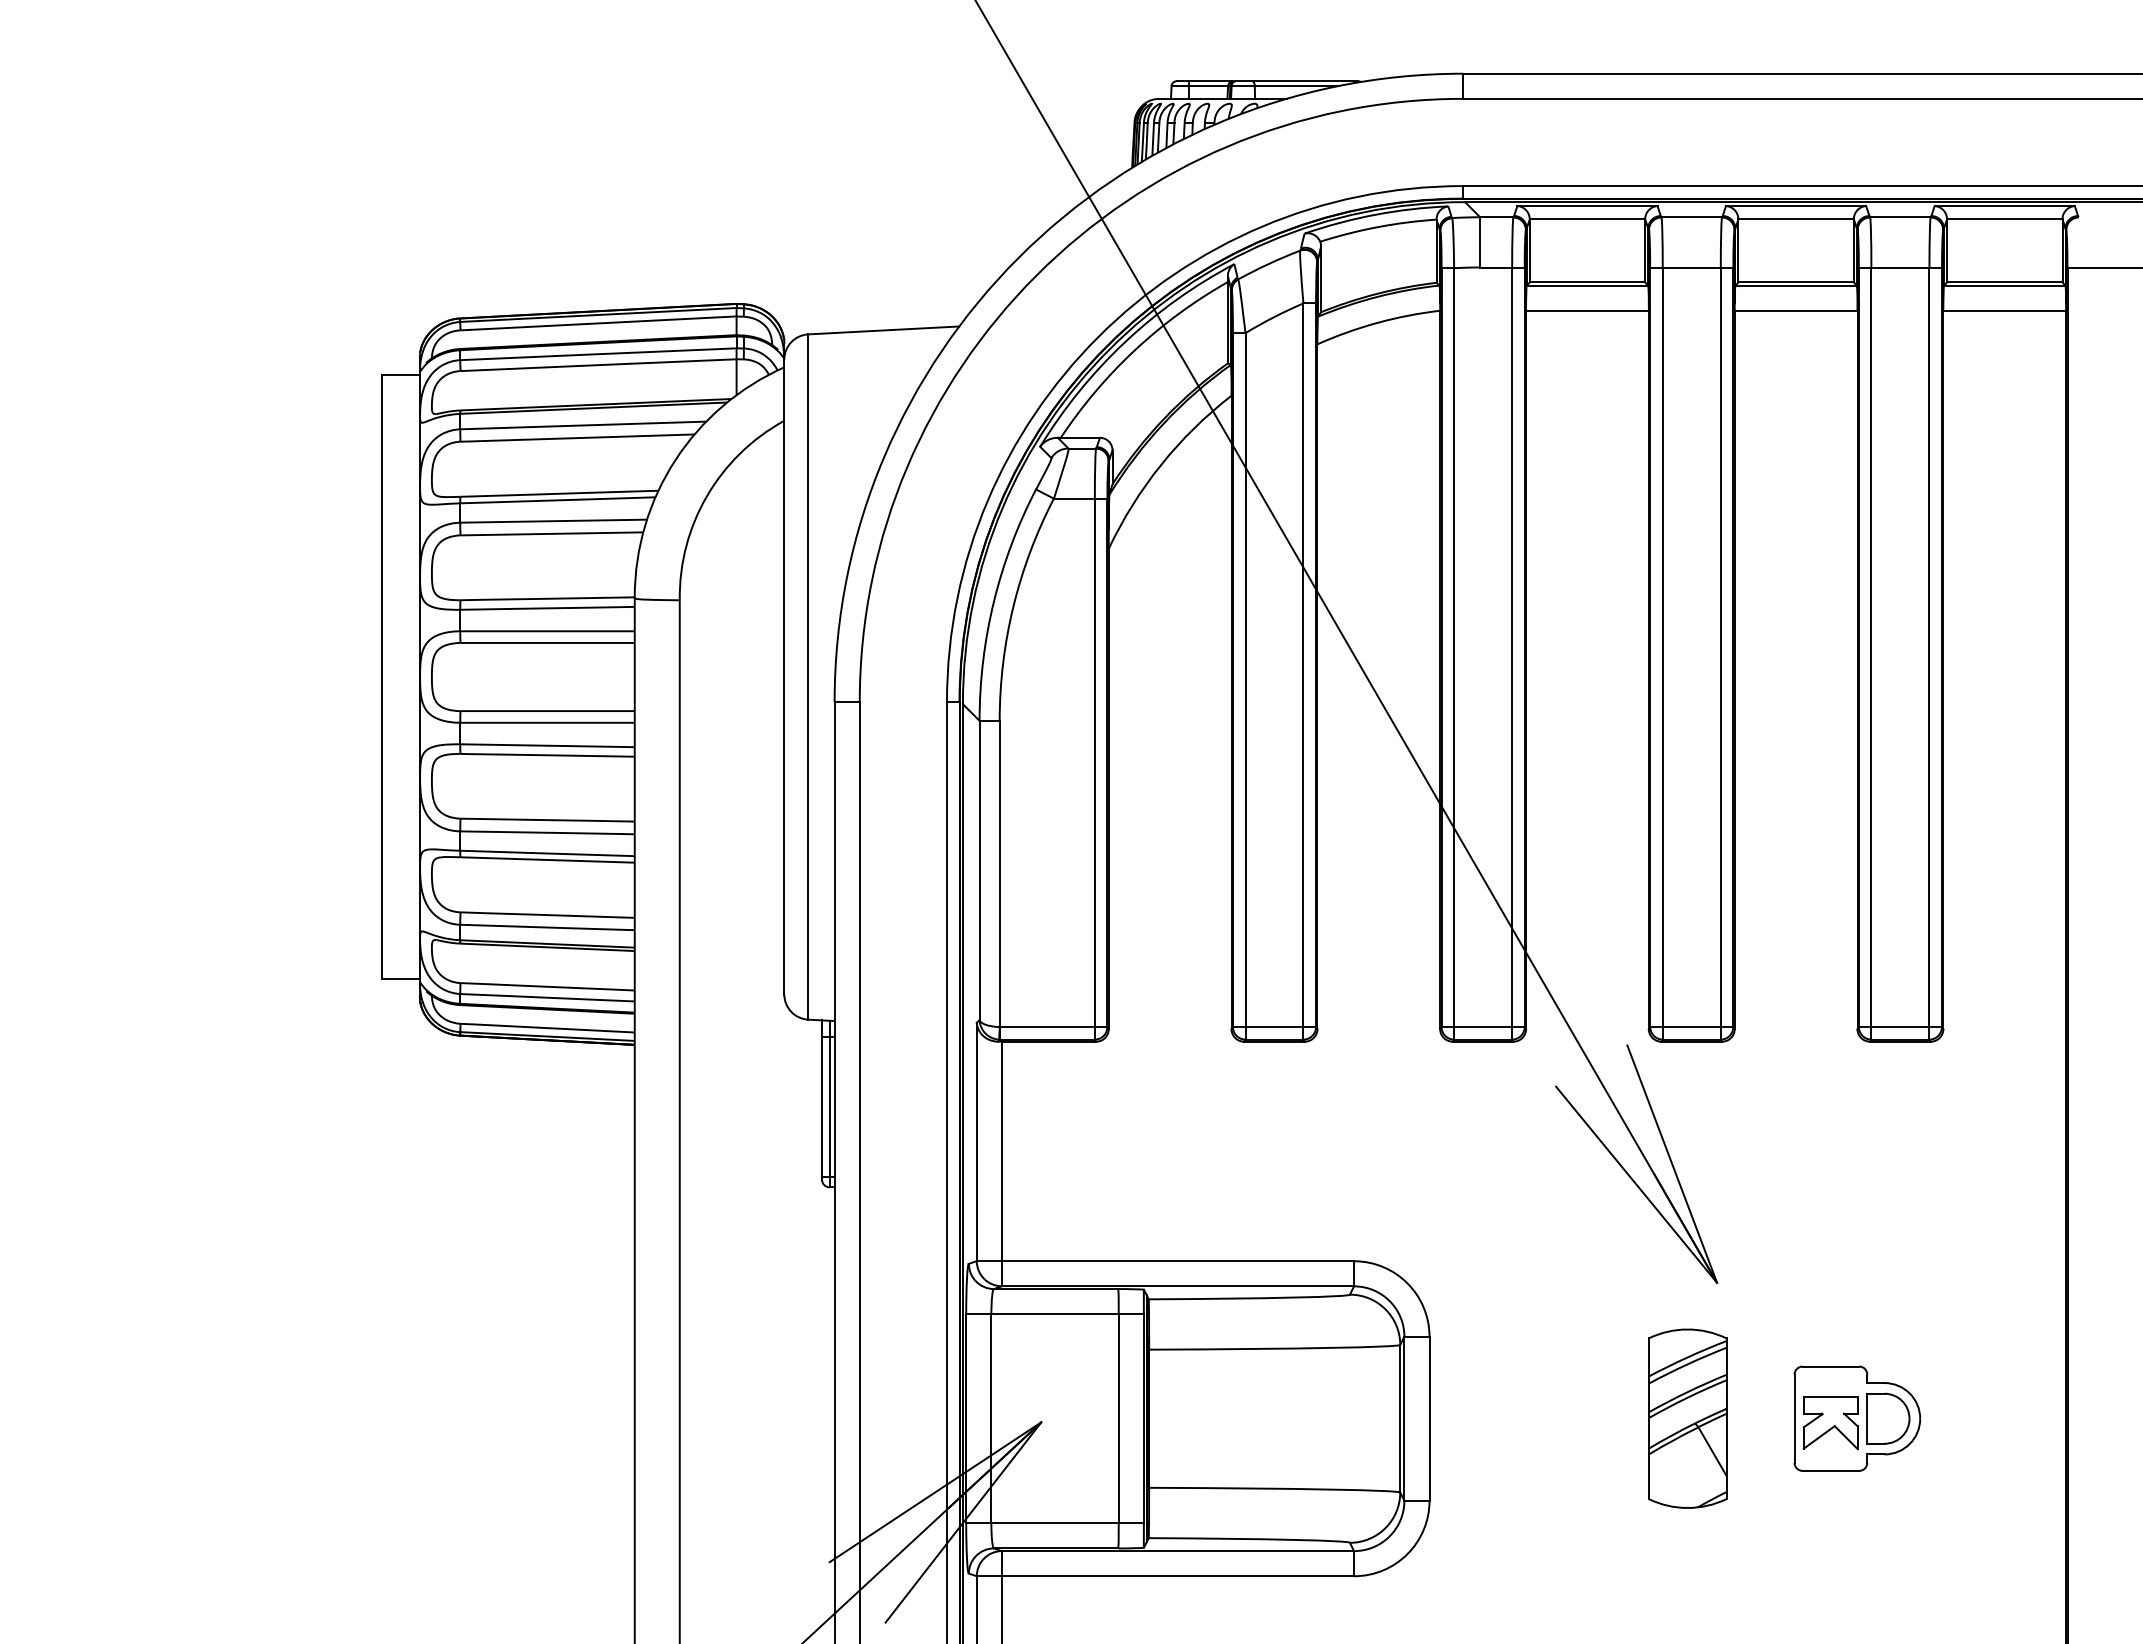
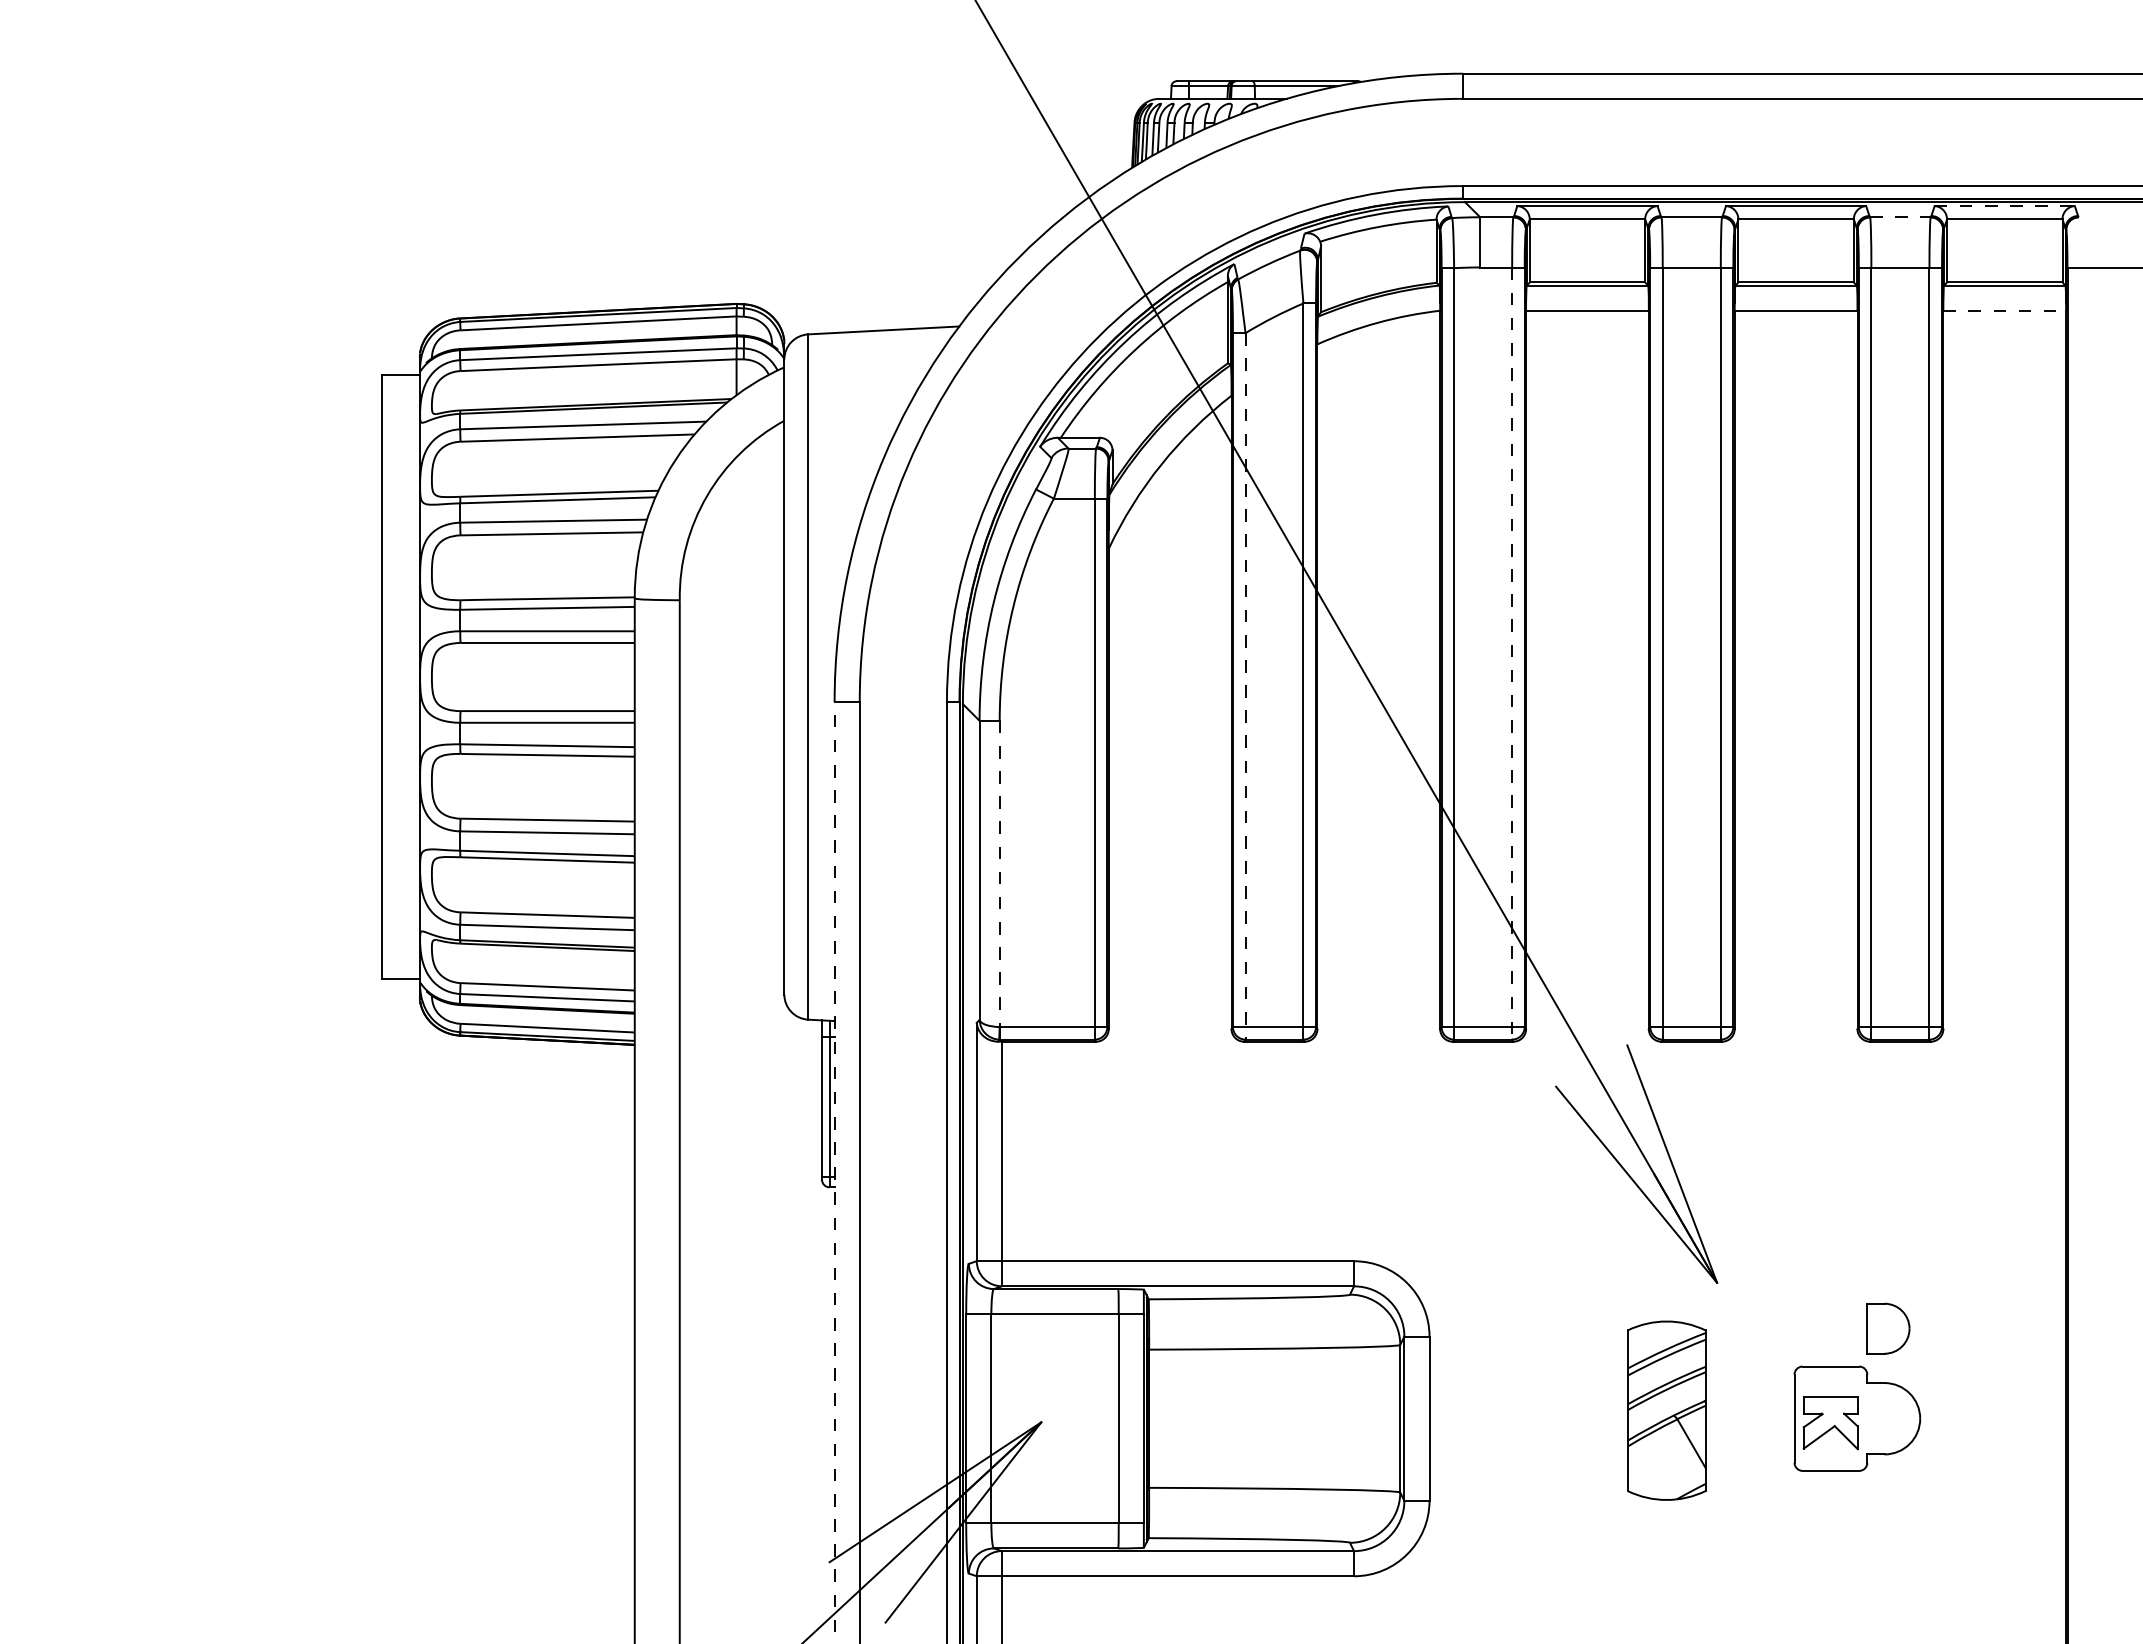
line at (2005, 206): solid -> dashed
line at (1900, 217): solid -> dashed
line at (2005, 310): solid -> dashed
line at (1512, 654): solid -> dashed
line at (1245, 686): solid -> dashed
line at (999, 874): solid -> dashed
line at (834, 1172): solid -> dashed
part at (1687, 1418) position: (1687, 1418) -> (1666, 1410)
part at (1888, 1418) position: (1888, 1418) -> (1888, 1328)
